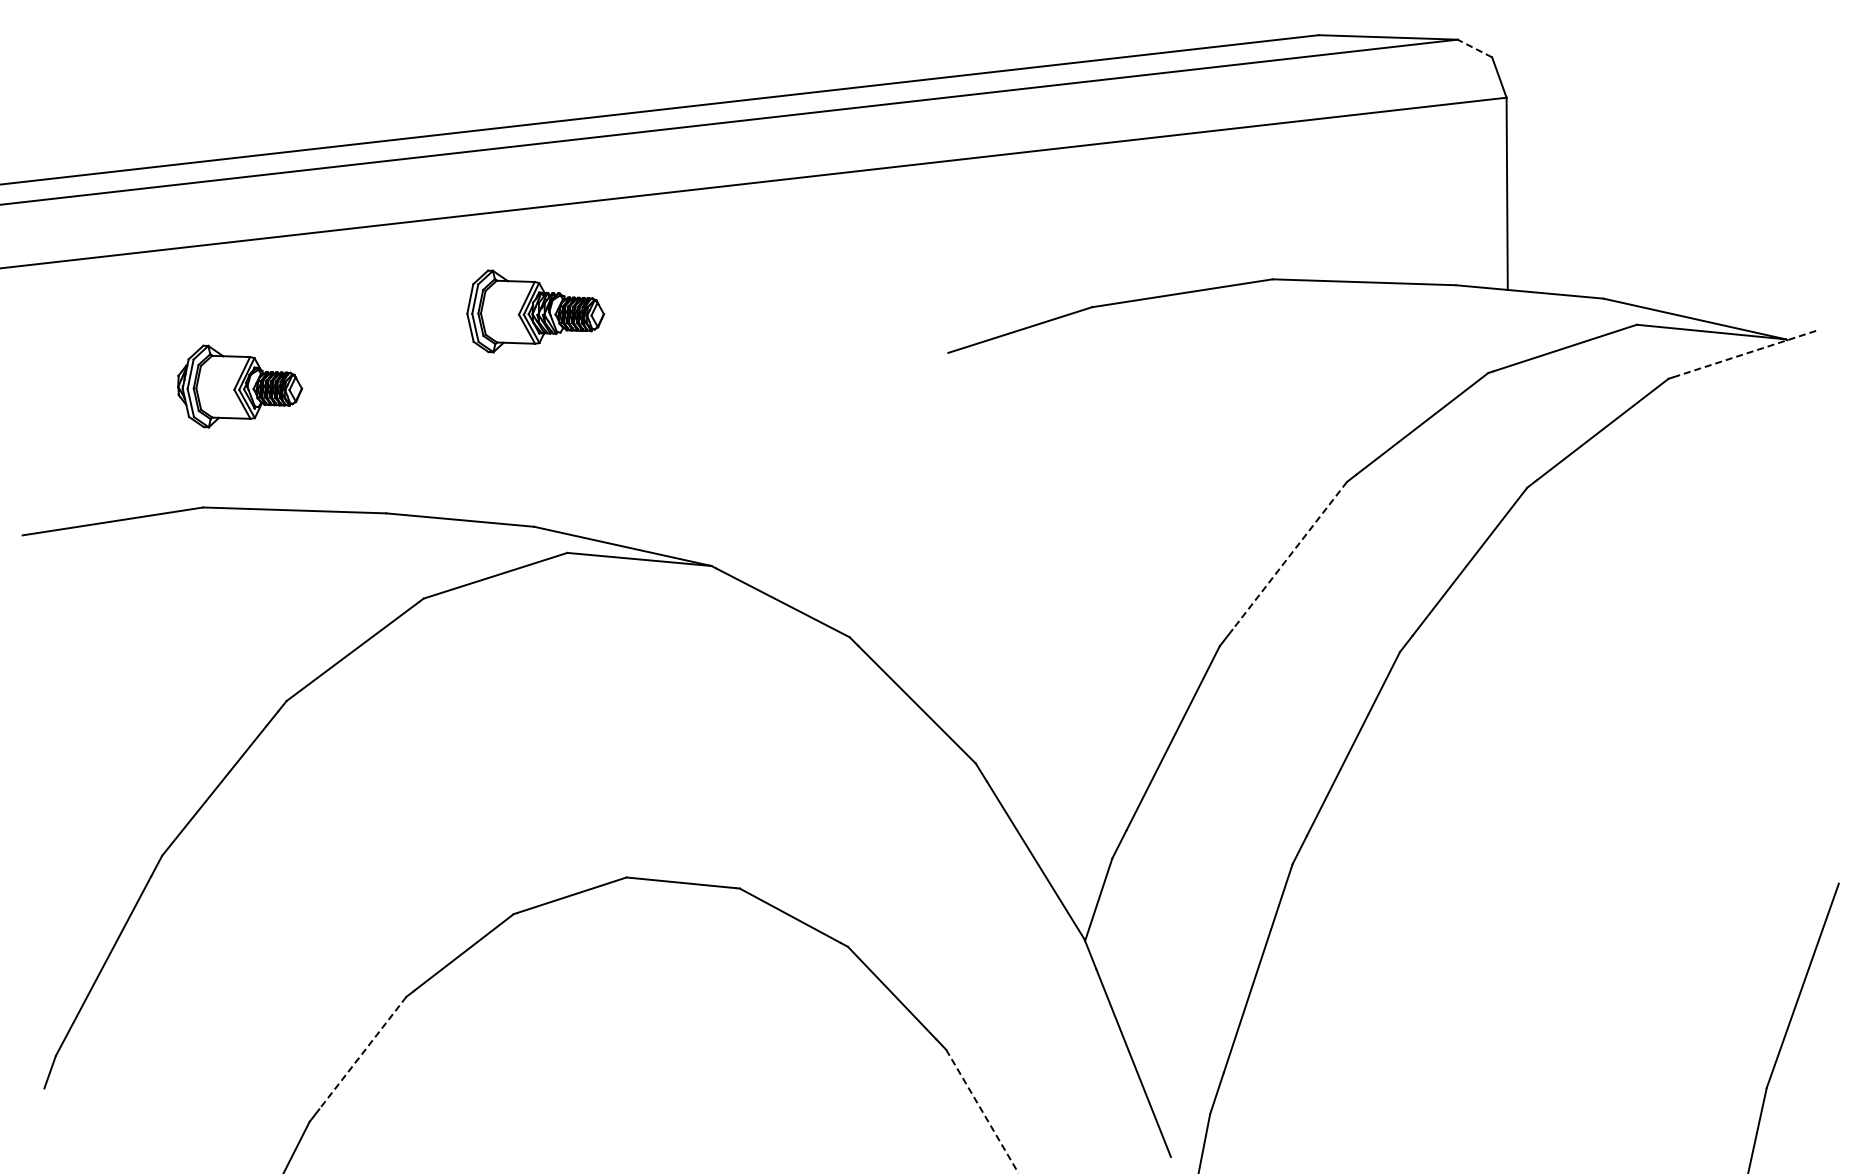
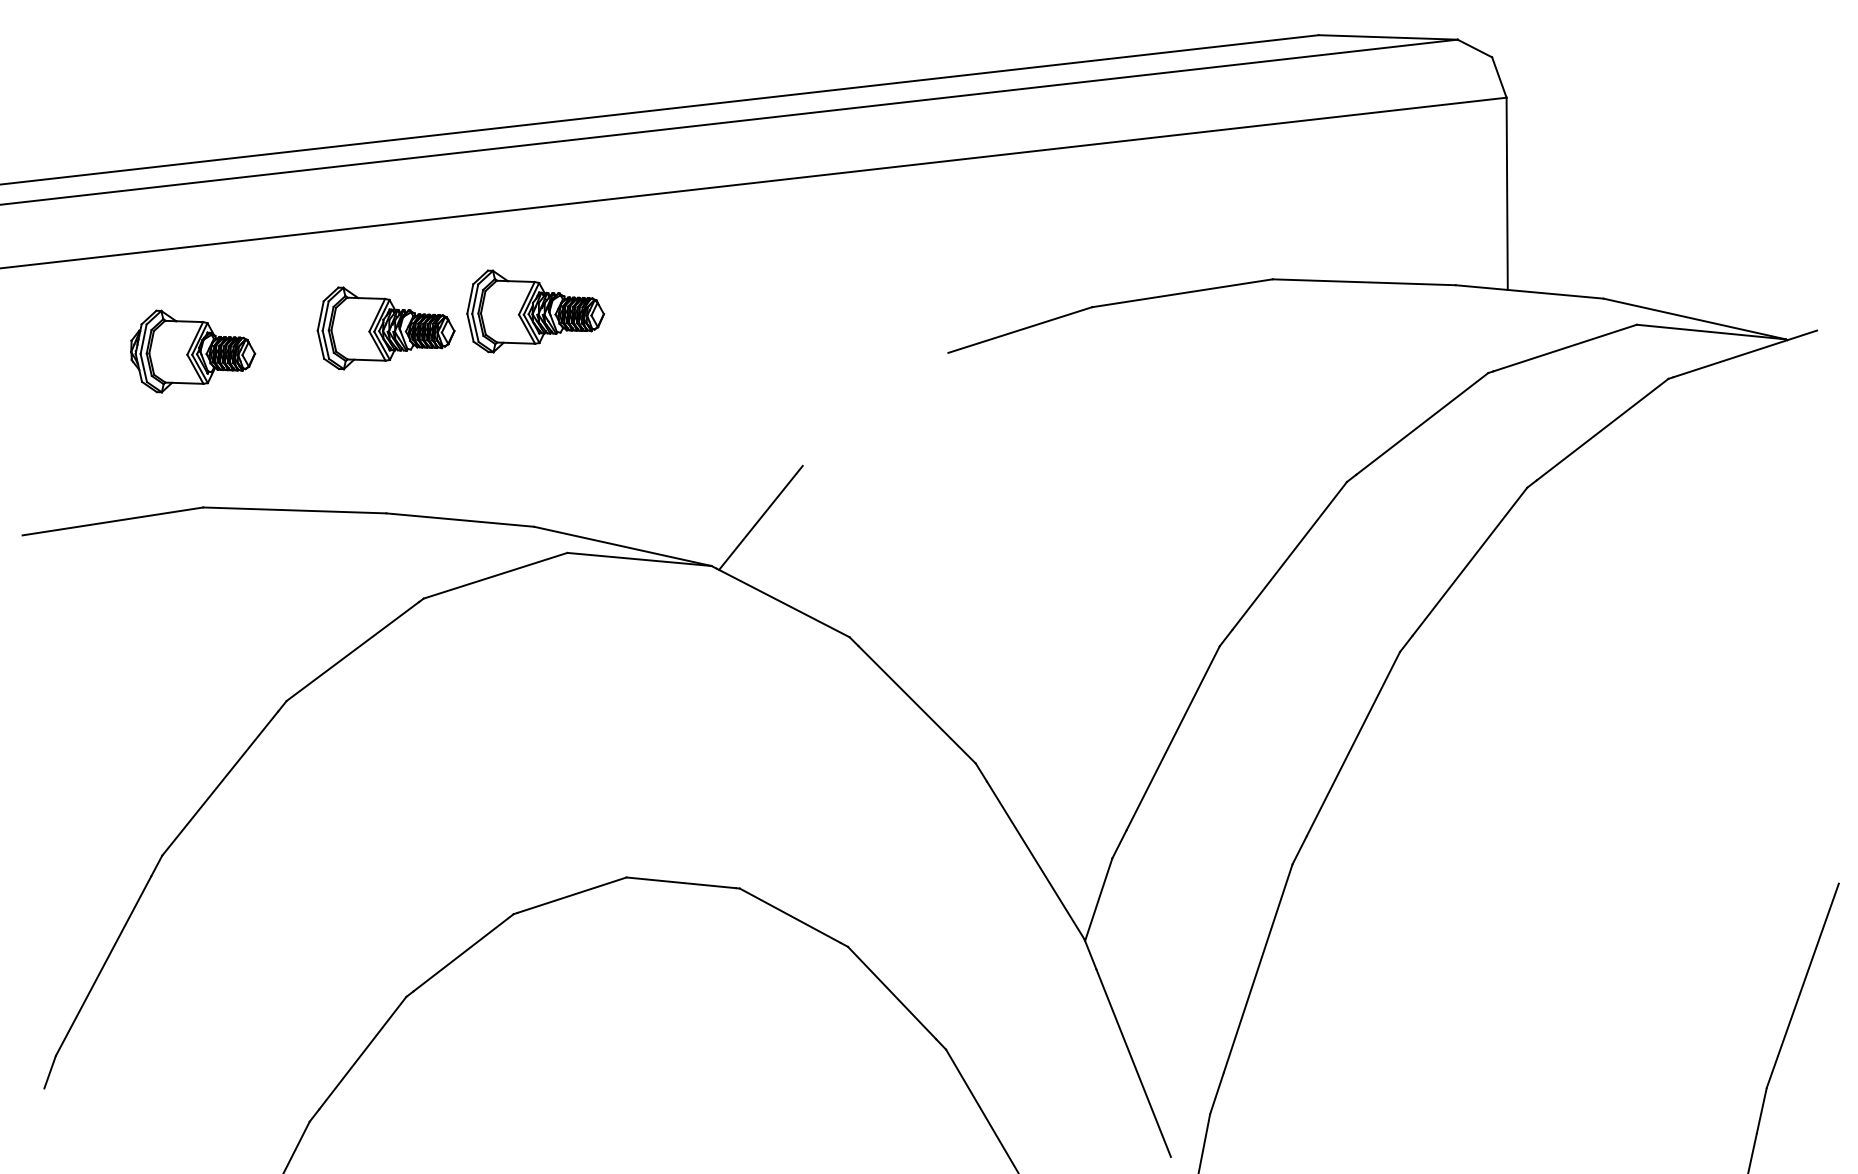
line at (1474, 48): dashed -> solid
part at (385, 328): none -> present
line at (1745, 353): dashed -> solid
part at (240, 386) position: (240, 386) -> (193, 351)
line at (760, 517): none -> present
line at (1289, 555): dashed -> solid
line at (362, 1053): dashed -> solid
line at (982, 1111): dashed -> solid
